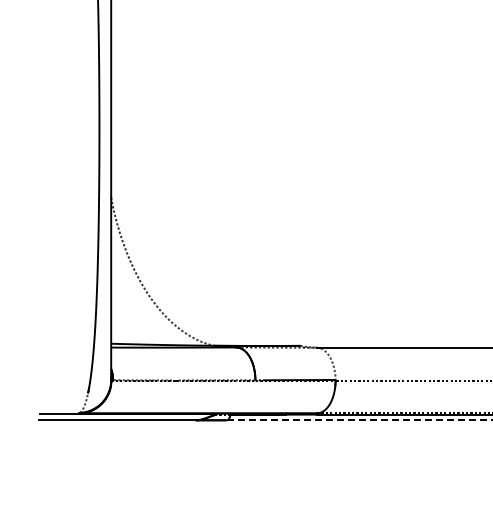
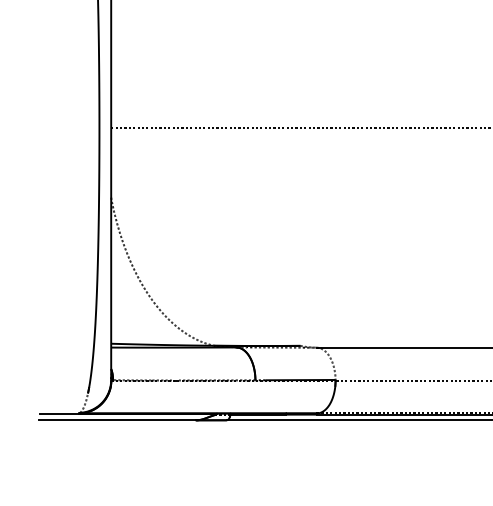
line at (300, 128): none -> present
line at (359, 420): dashed -> solid
